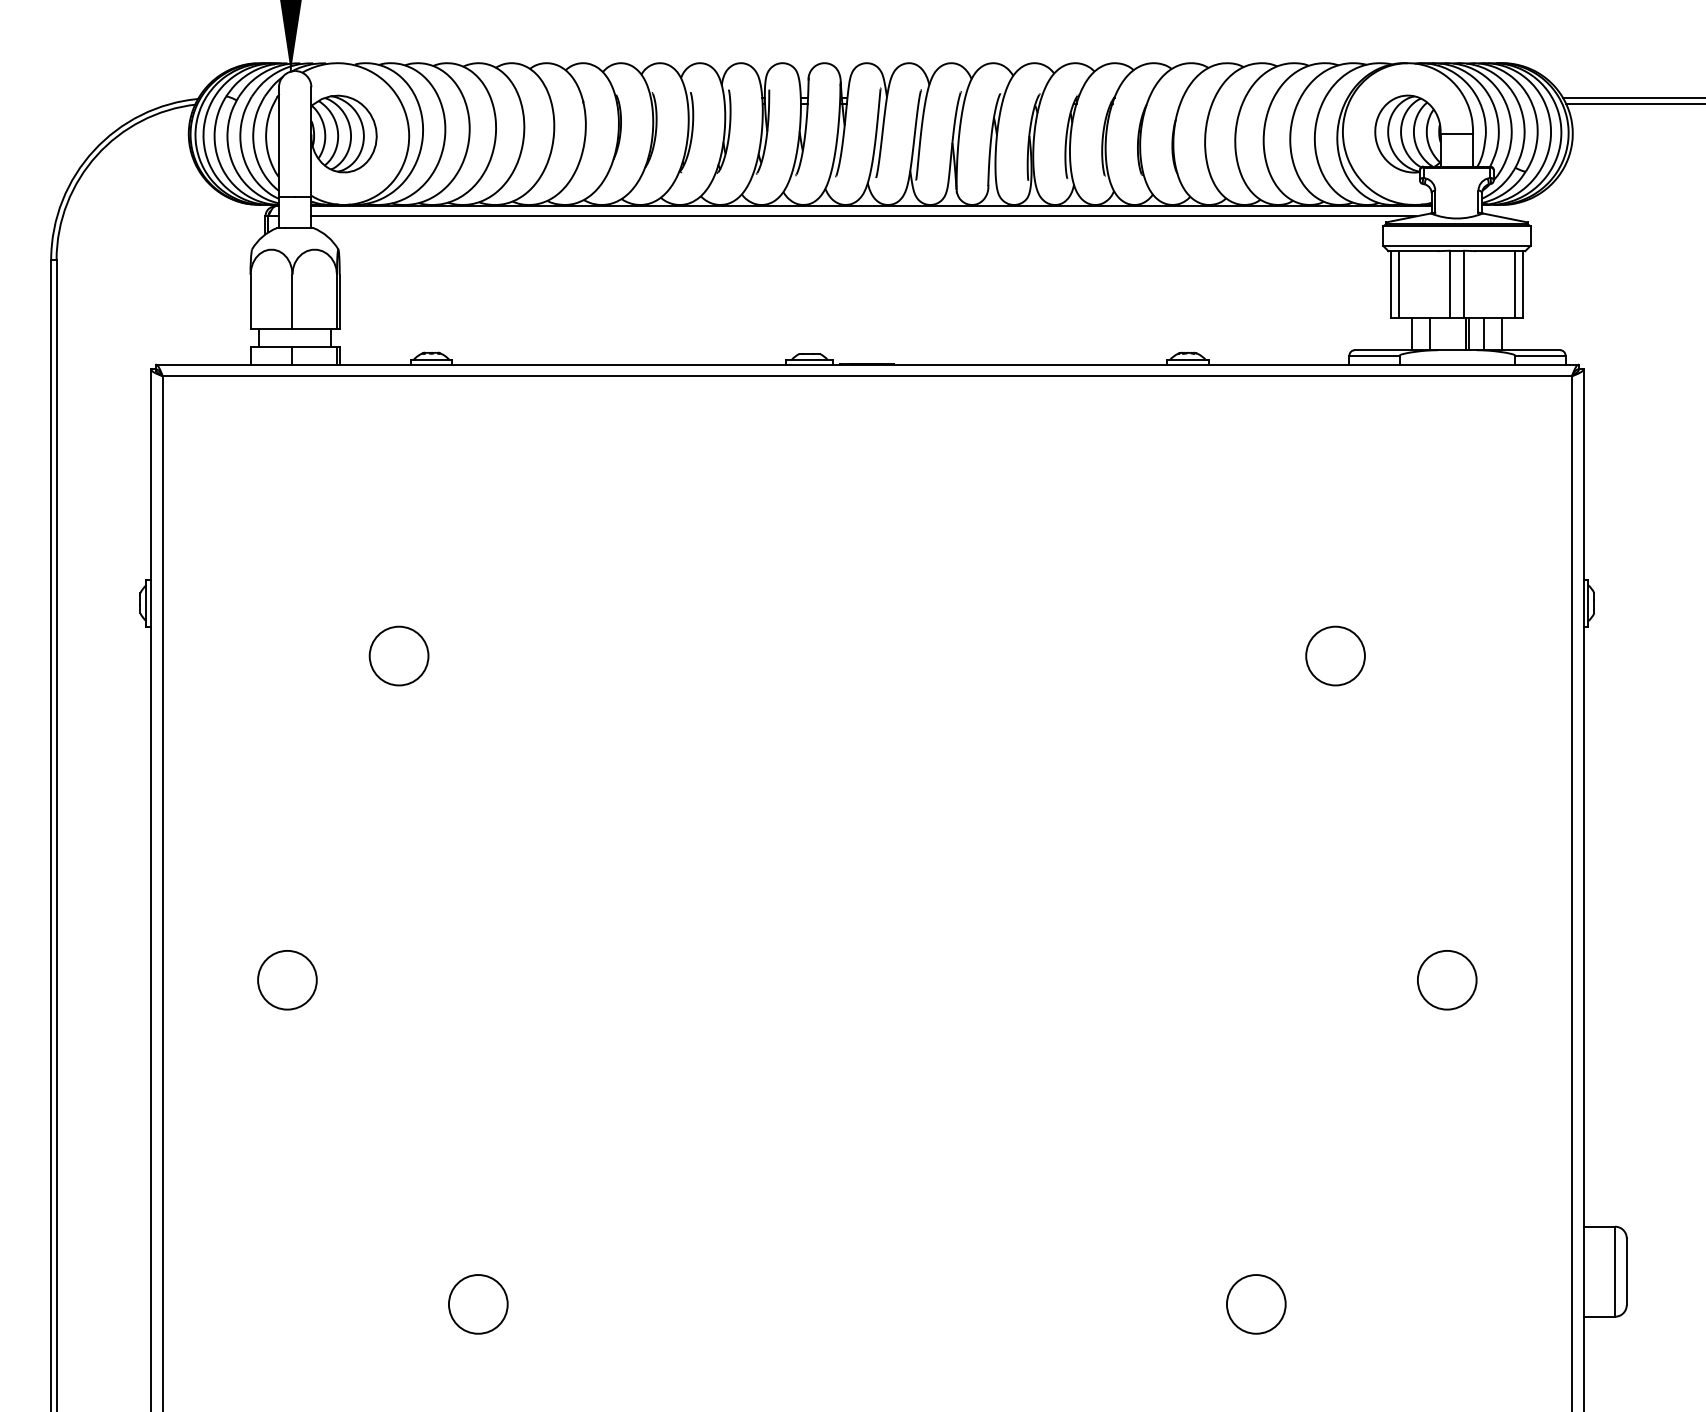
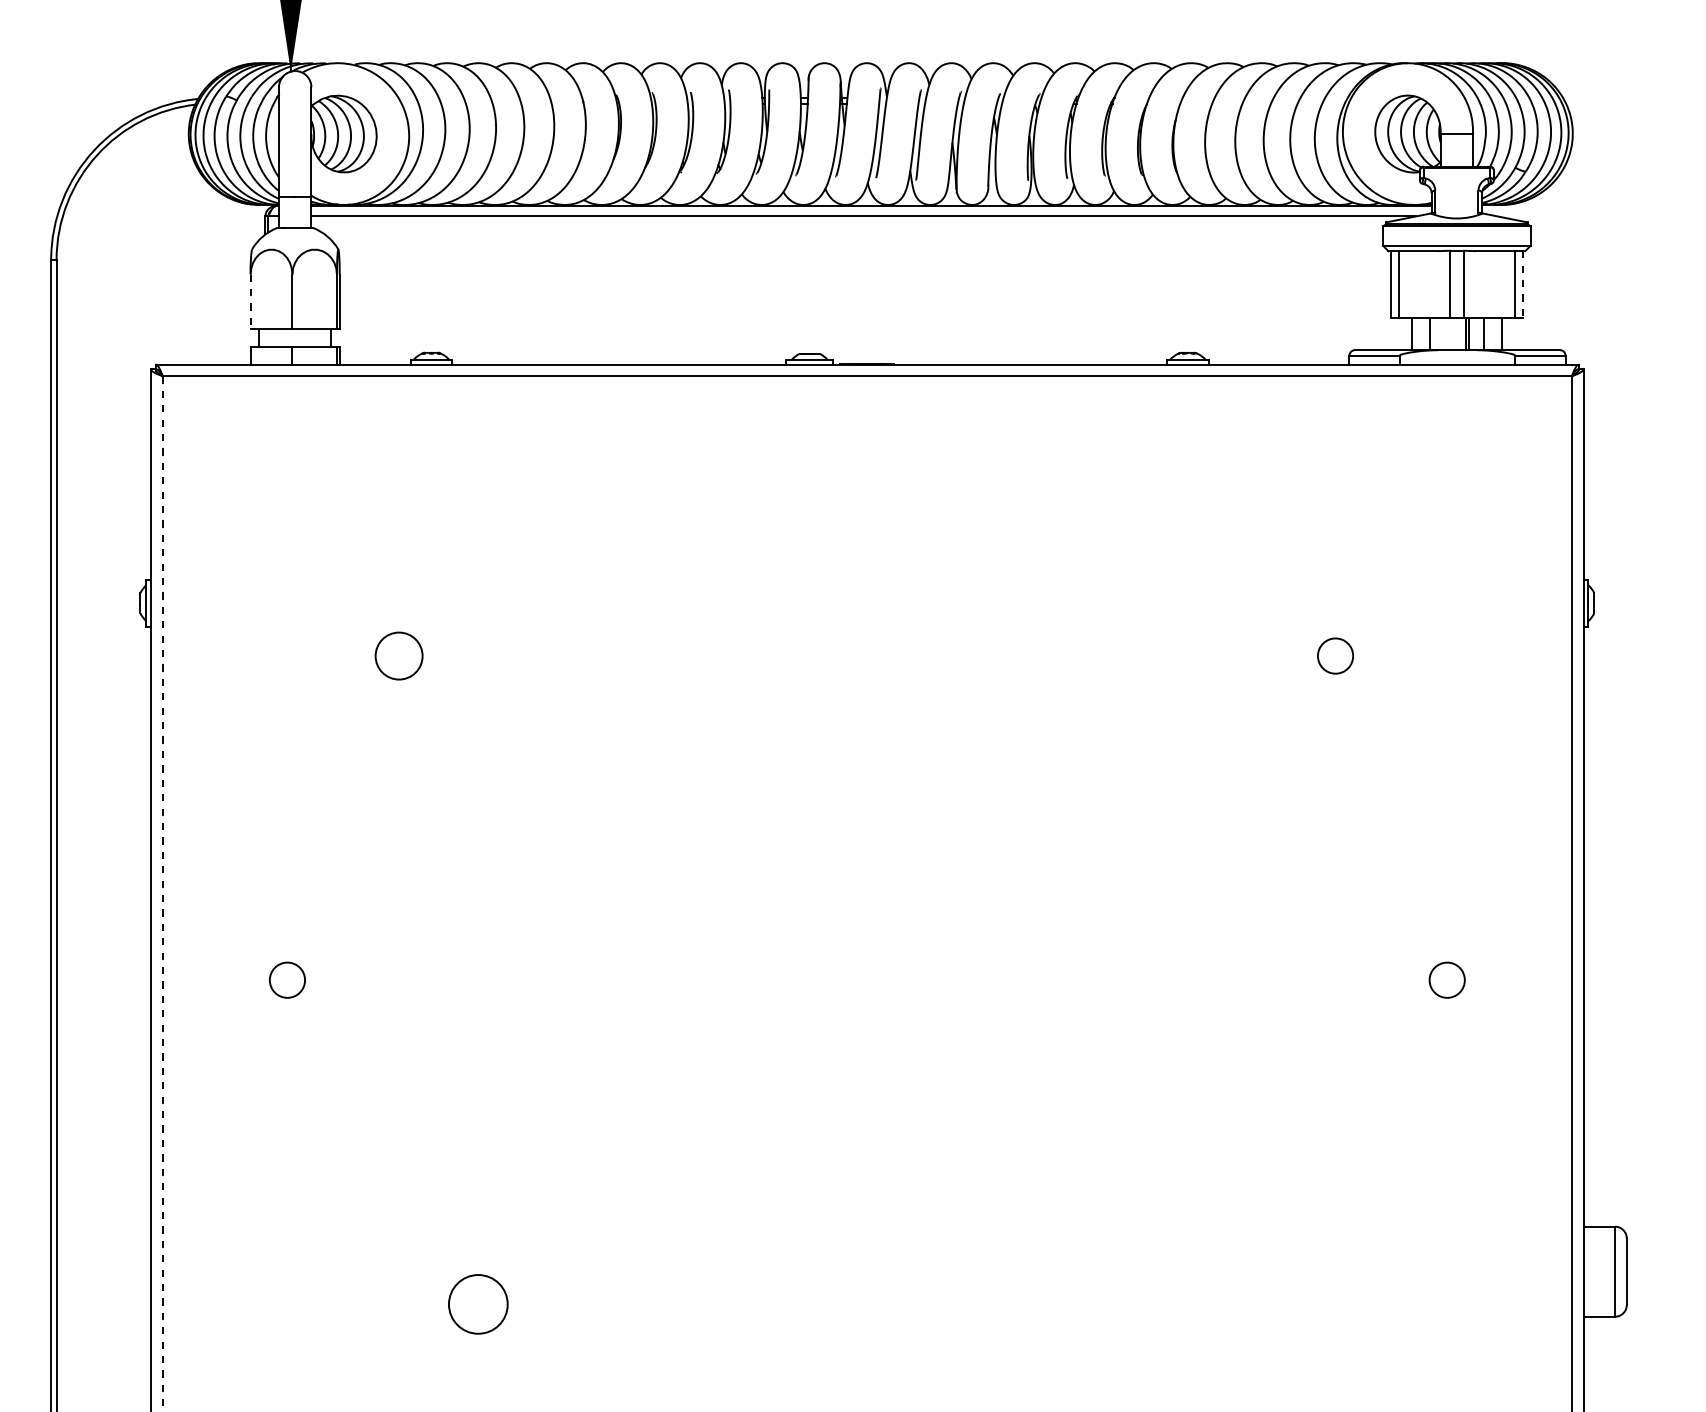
line at (1632, 98): present -> none
line at (1633, 103): present -> none
line at (1522, 284): solid -> dashed
line at (250, 302): solid -> dashed
circle at (398, 655) diameter: 59 px -> 47 px
circle at (1335, 655) diameter: 59 px -> 35 px
line at (162, 894): solid -> dashed
circle at (287, 979) diameter: 59 px -> 35 px
circle at (1446, 979) diameter: 59 px -> 35 px
circle at (1256, 1304): present -> none
